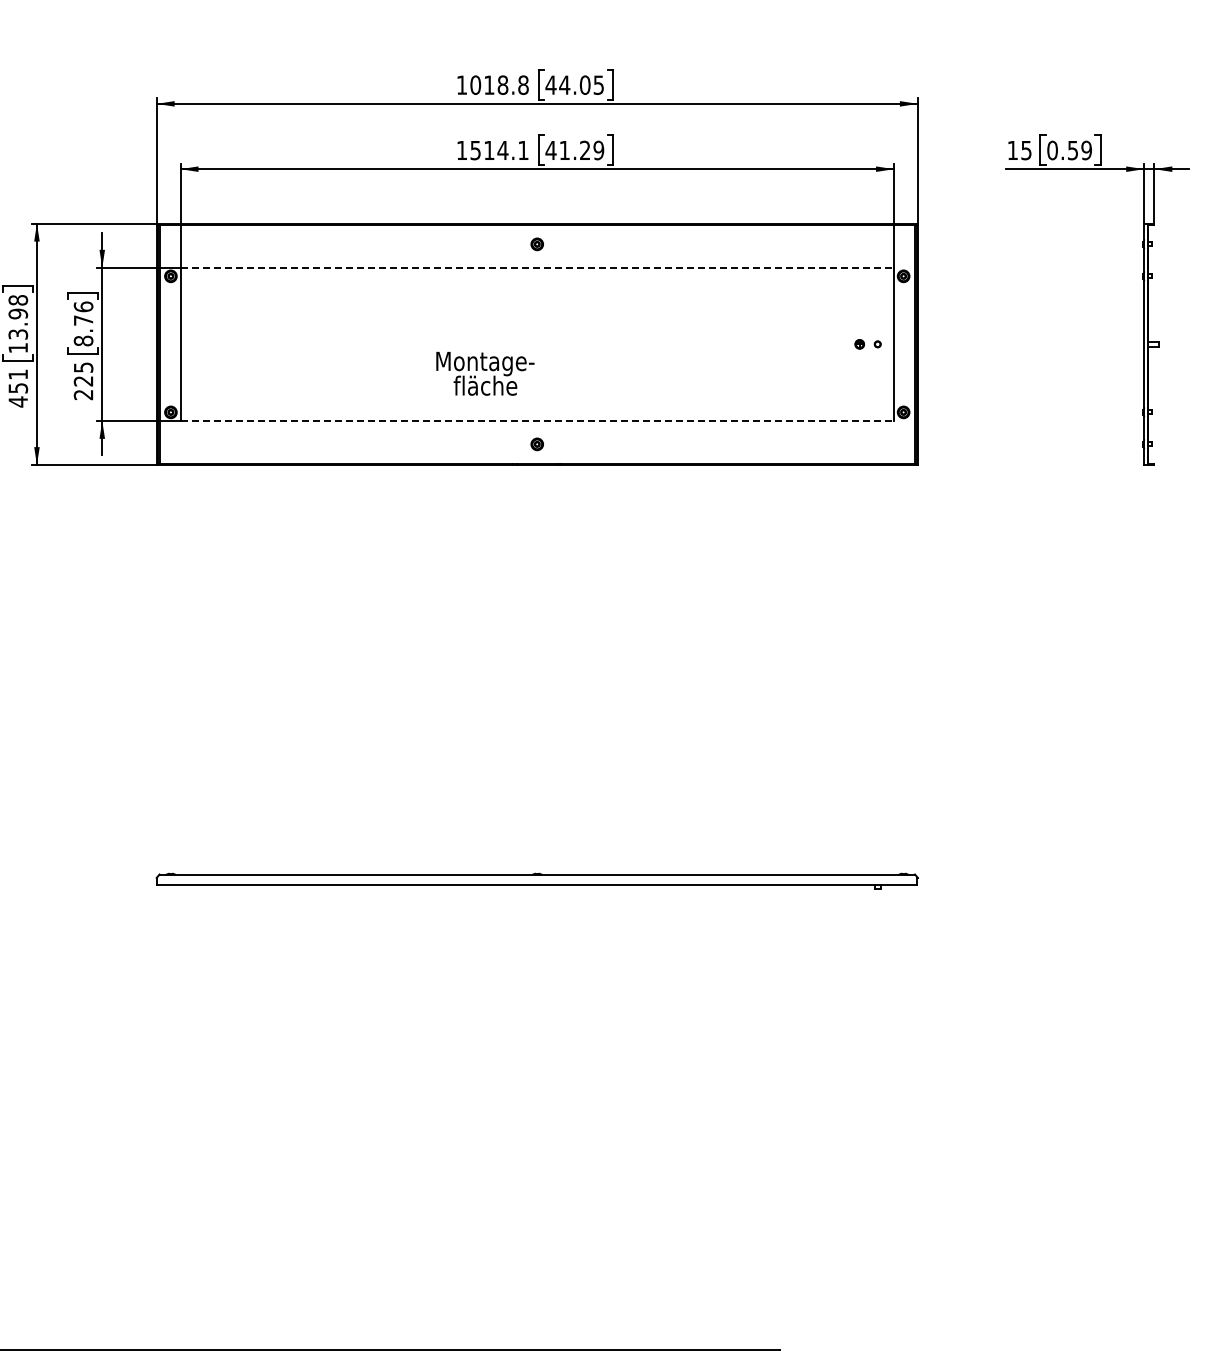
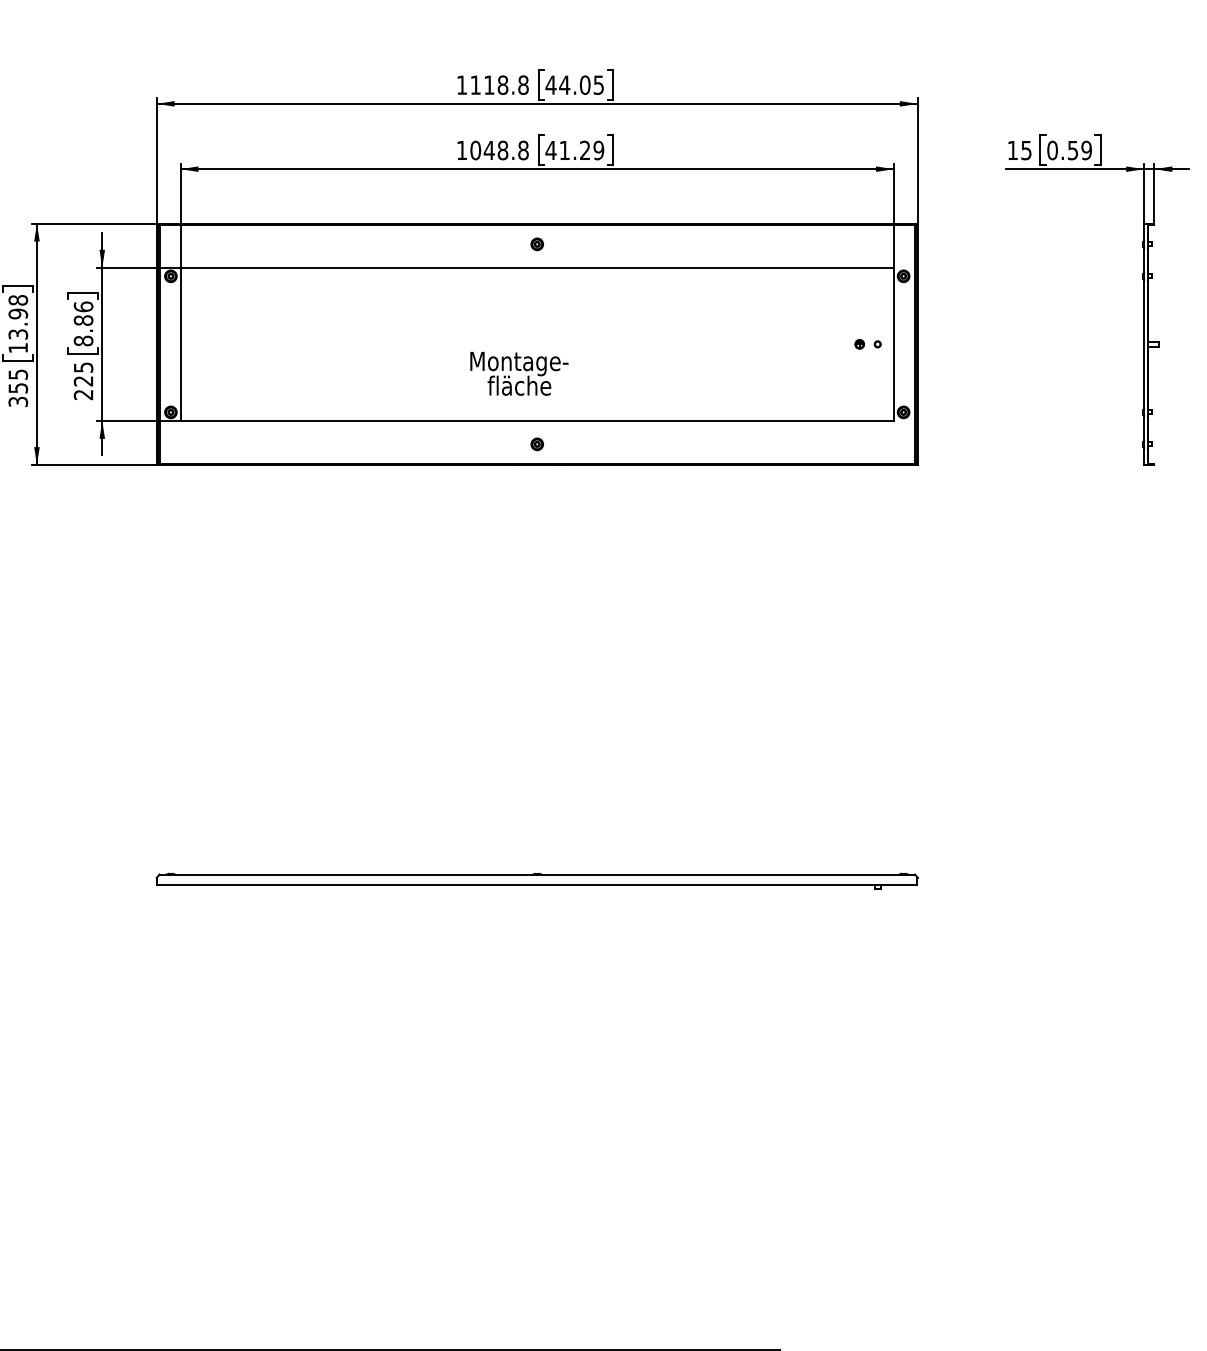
text at (475, 84): 1018.8 -> 1118.8
text at (499, 150): 1514.1 -> 1048.8
line at (537, 267): dashed -> solid
text at (83, 320): 8.76 -> 8.86
text at (485, 373) position: (485, 373) -> (519, 373)
text at (18, 388): 451 -> 355
line at (537, 420): dashed -> solid
